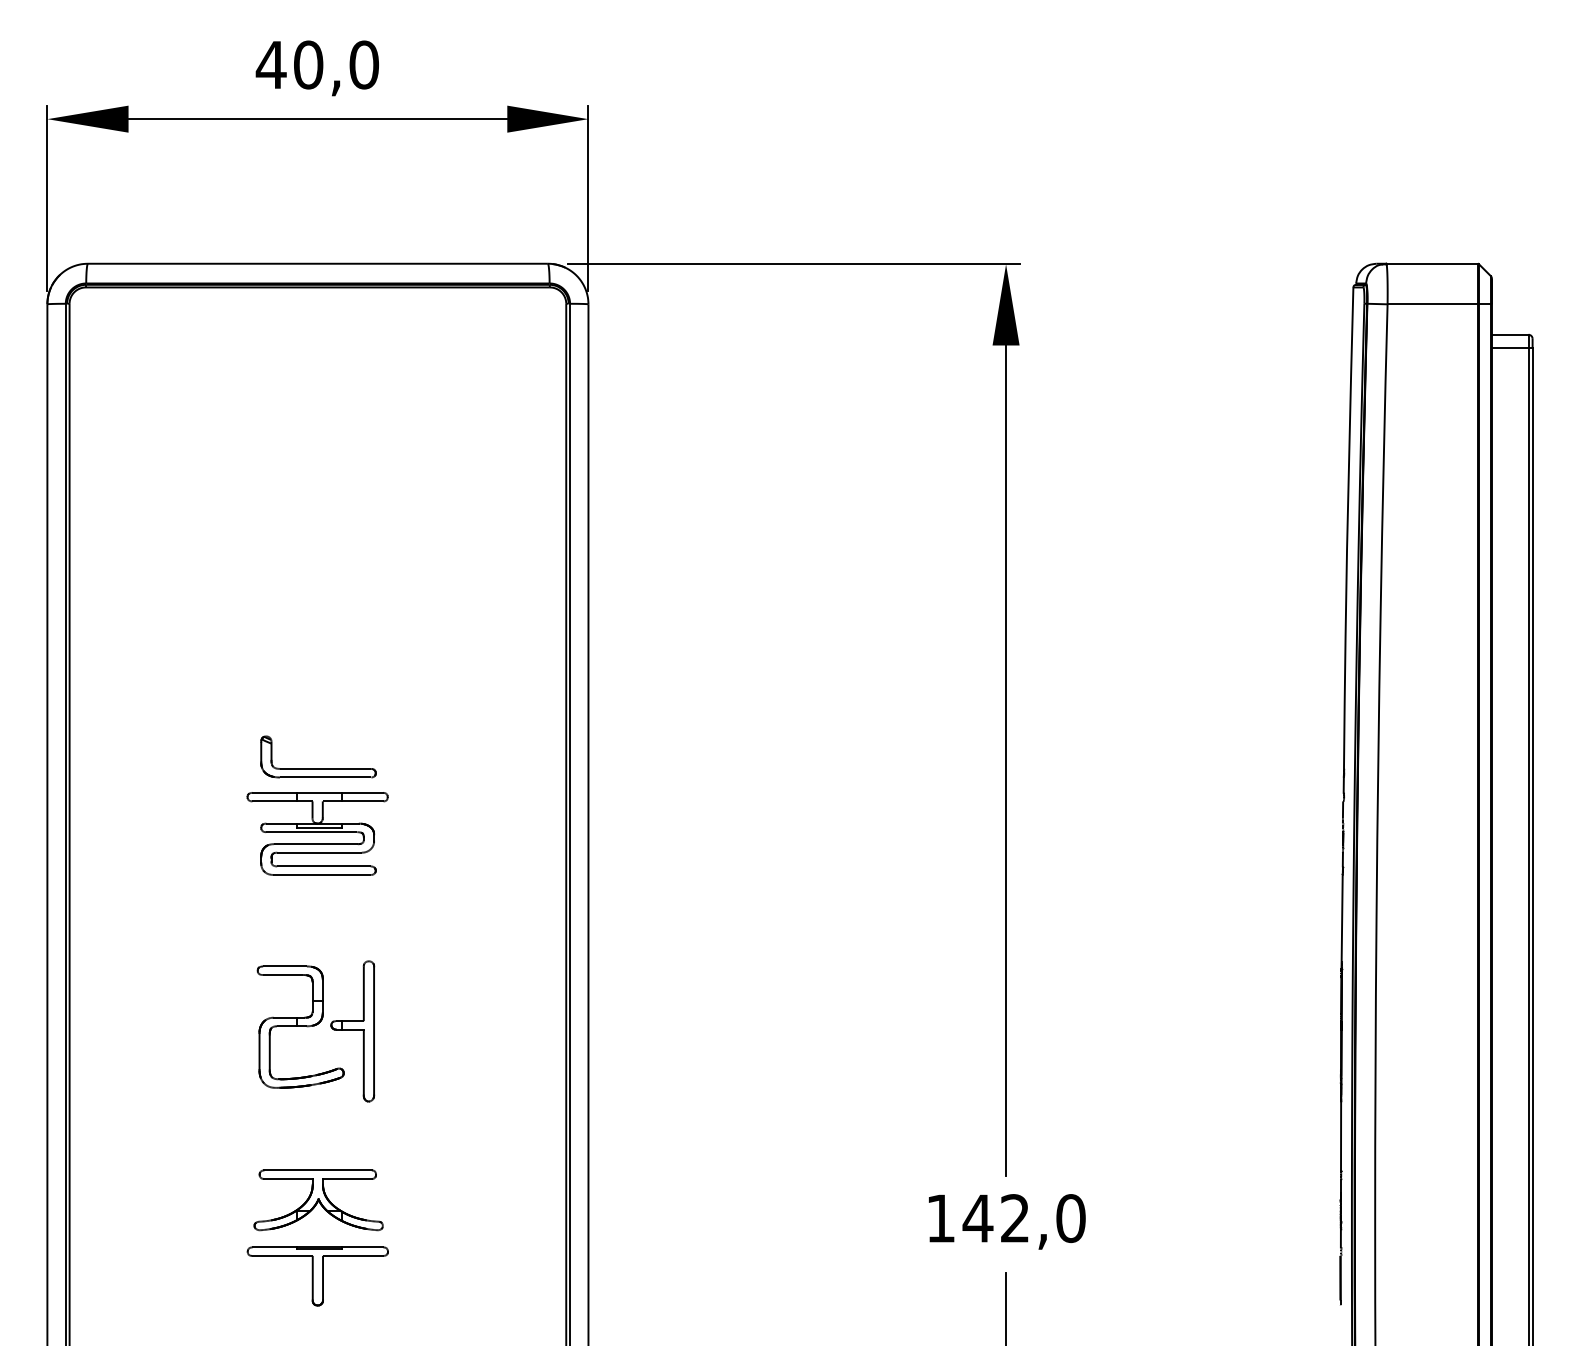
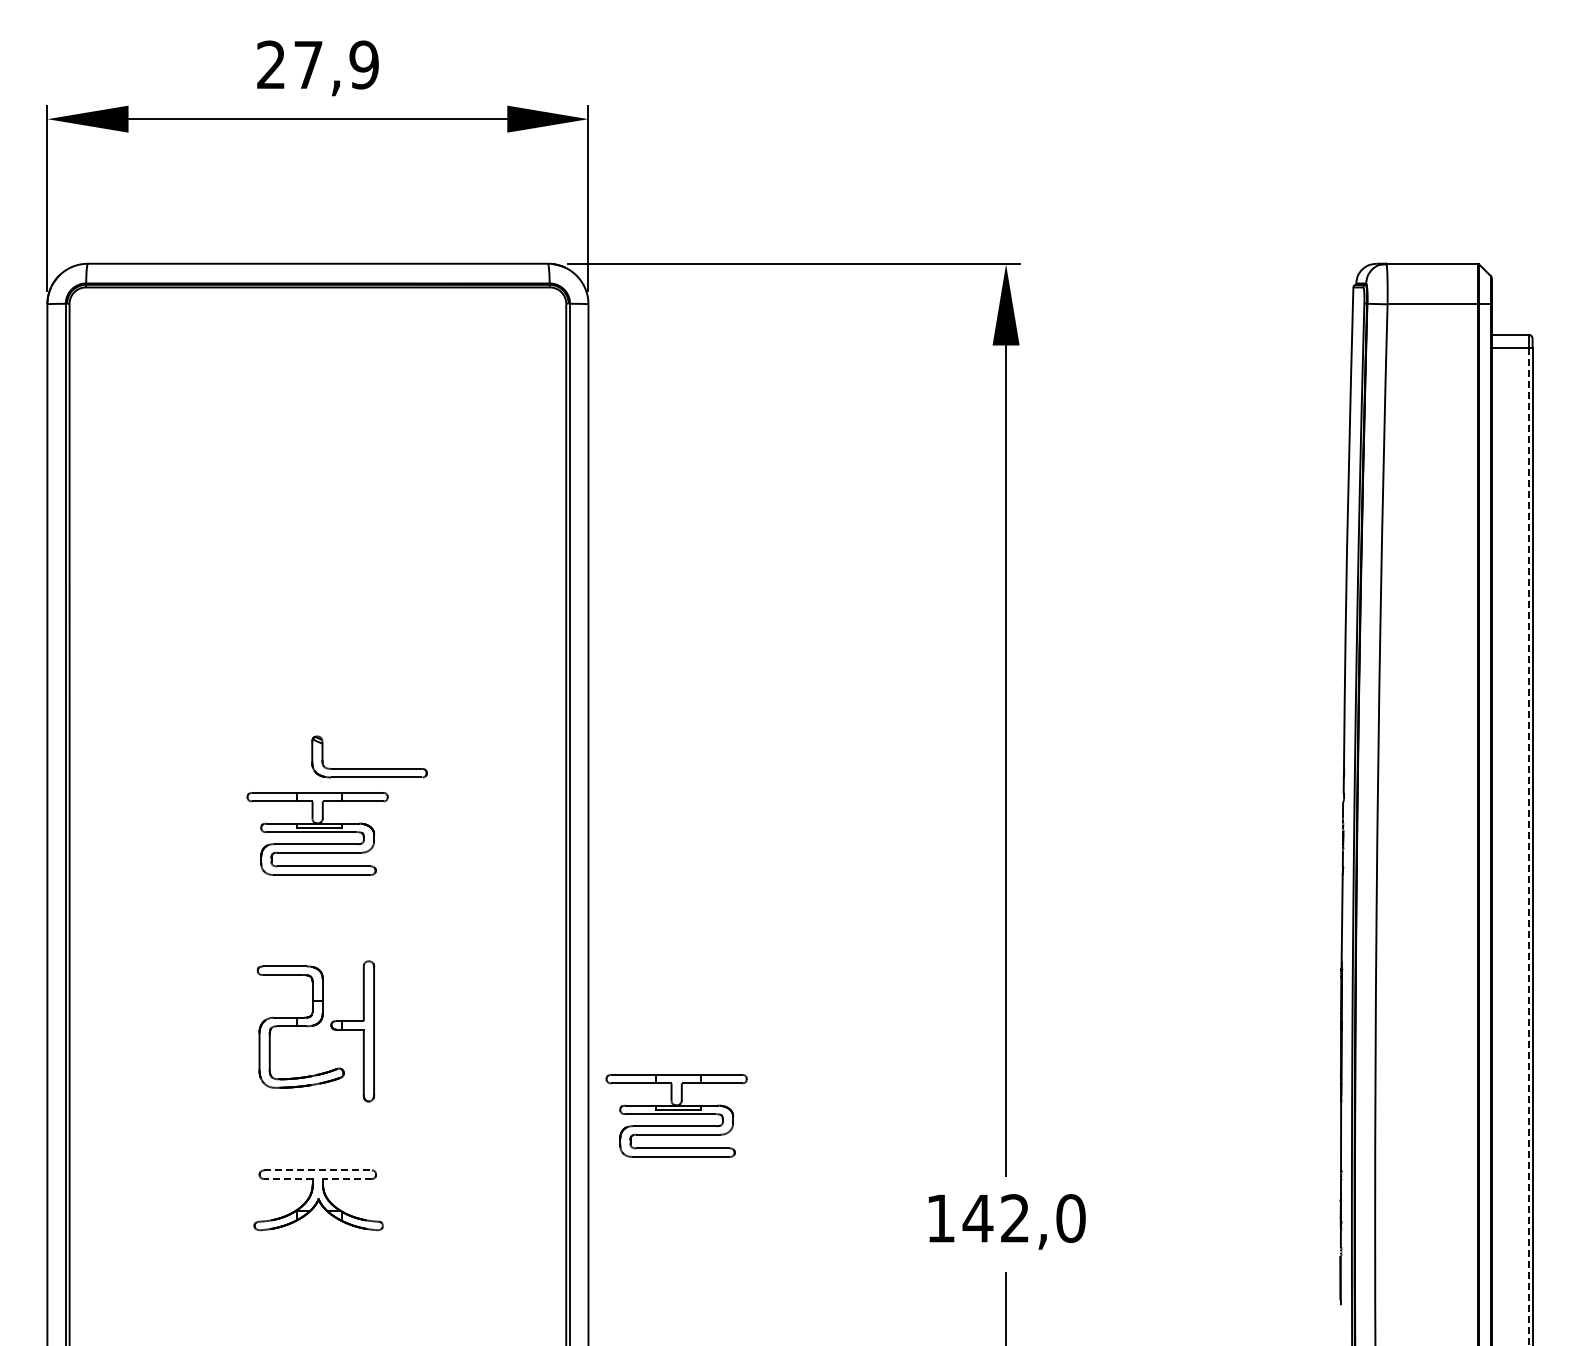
text at (316, 64): 40,0 -> 27,9
part at (318, 768) position: (318, 768) -> (369, 768)
line at (1528, 847): solid -> dashed
part at (676, 1115): none -> present
line at (318, 1170): solid -> dashed
line at (287, 1178): solid -> dashed
line at (346, 1178): solid -> dashed
part at (317, 1276): present -> none
